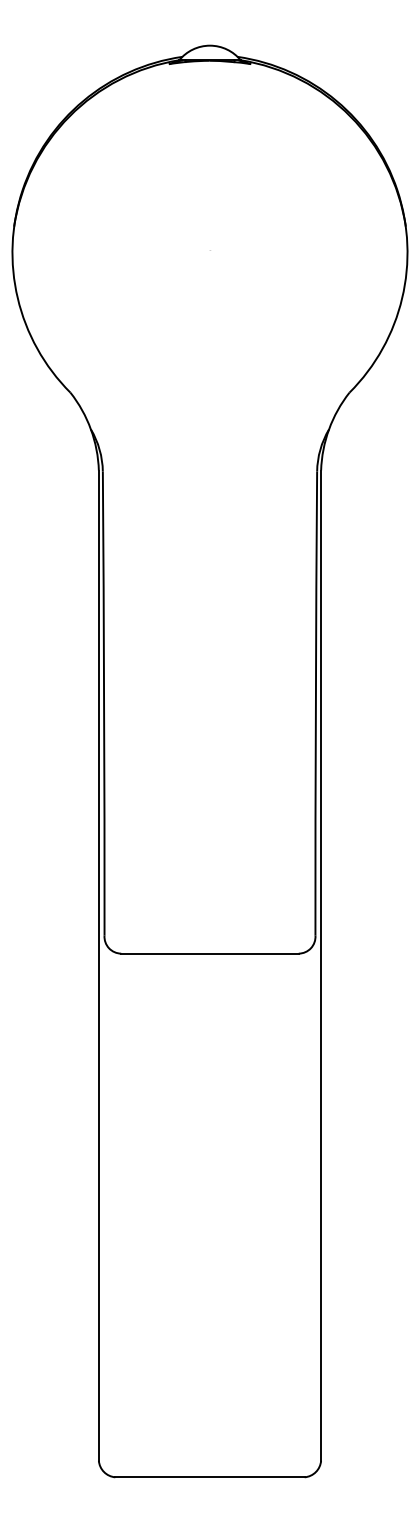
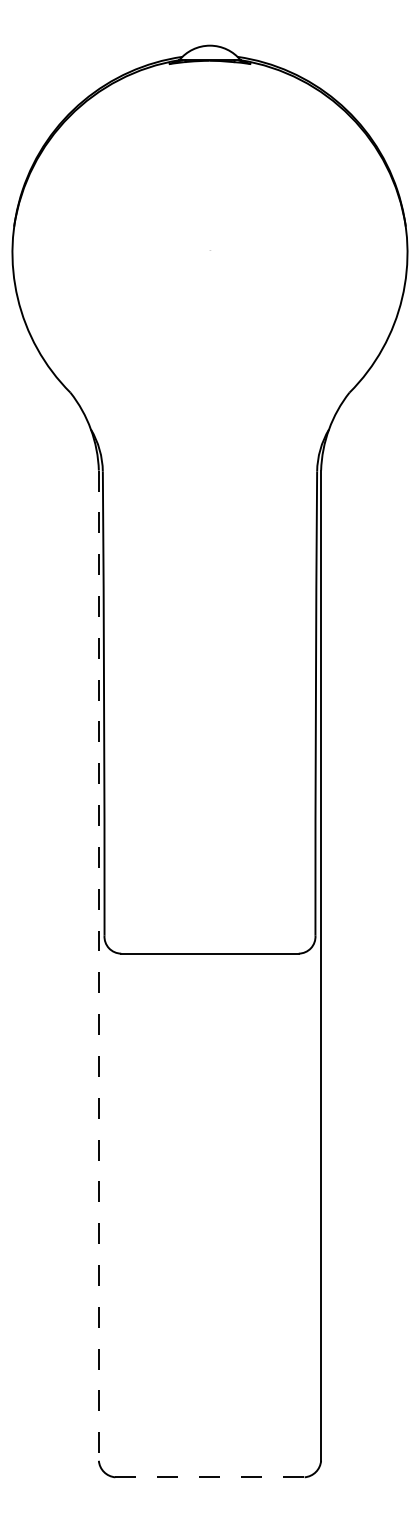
line at (98, 966): solid -> dashed
line at (209, 1477): solid -> dashed
